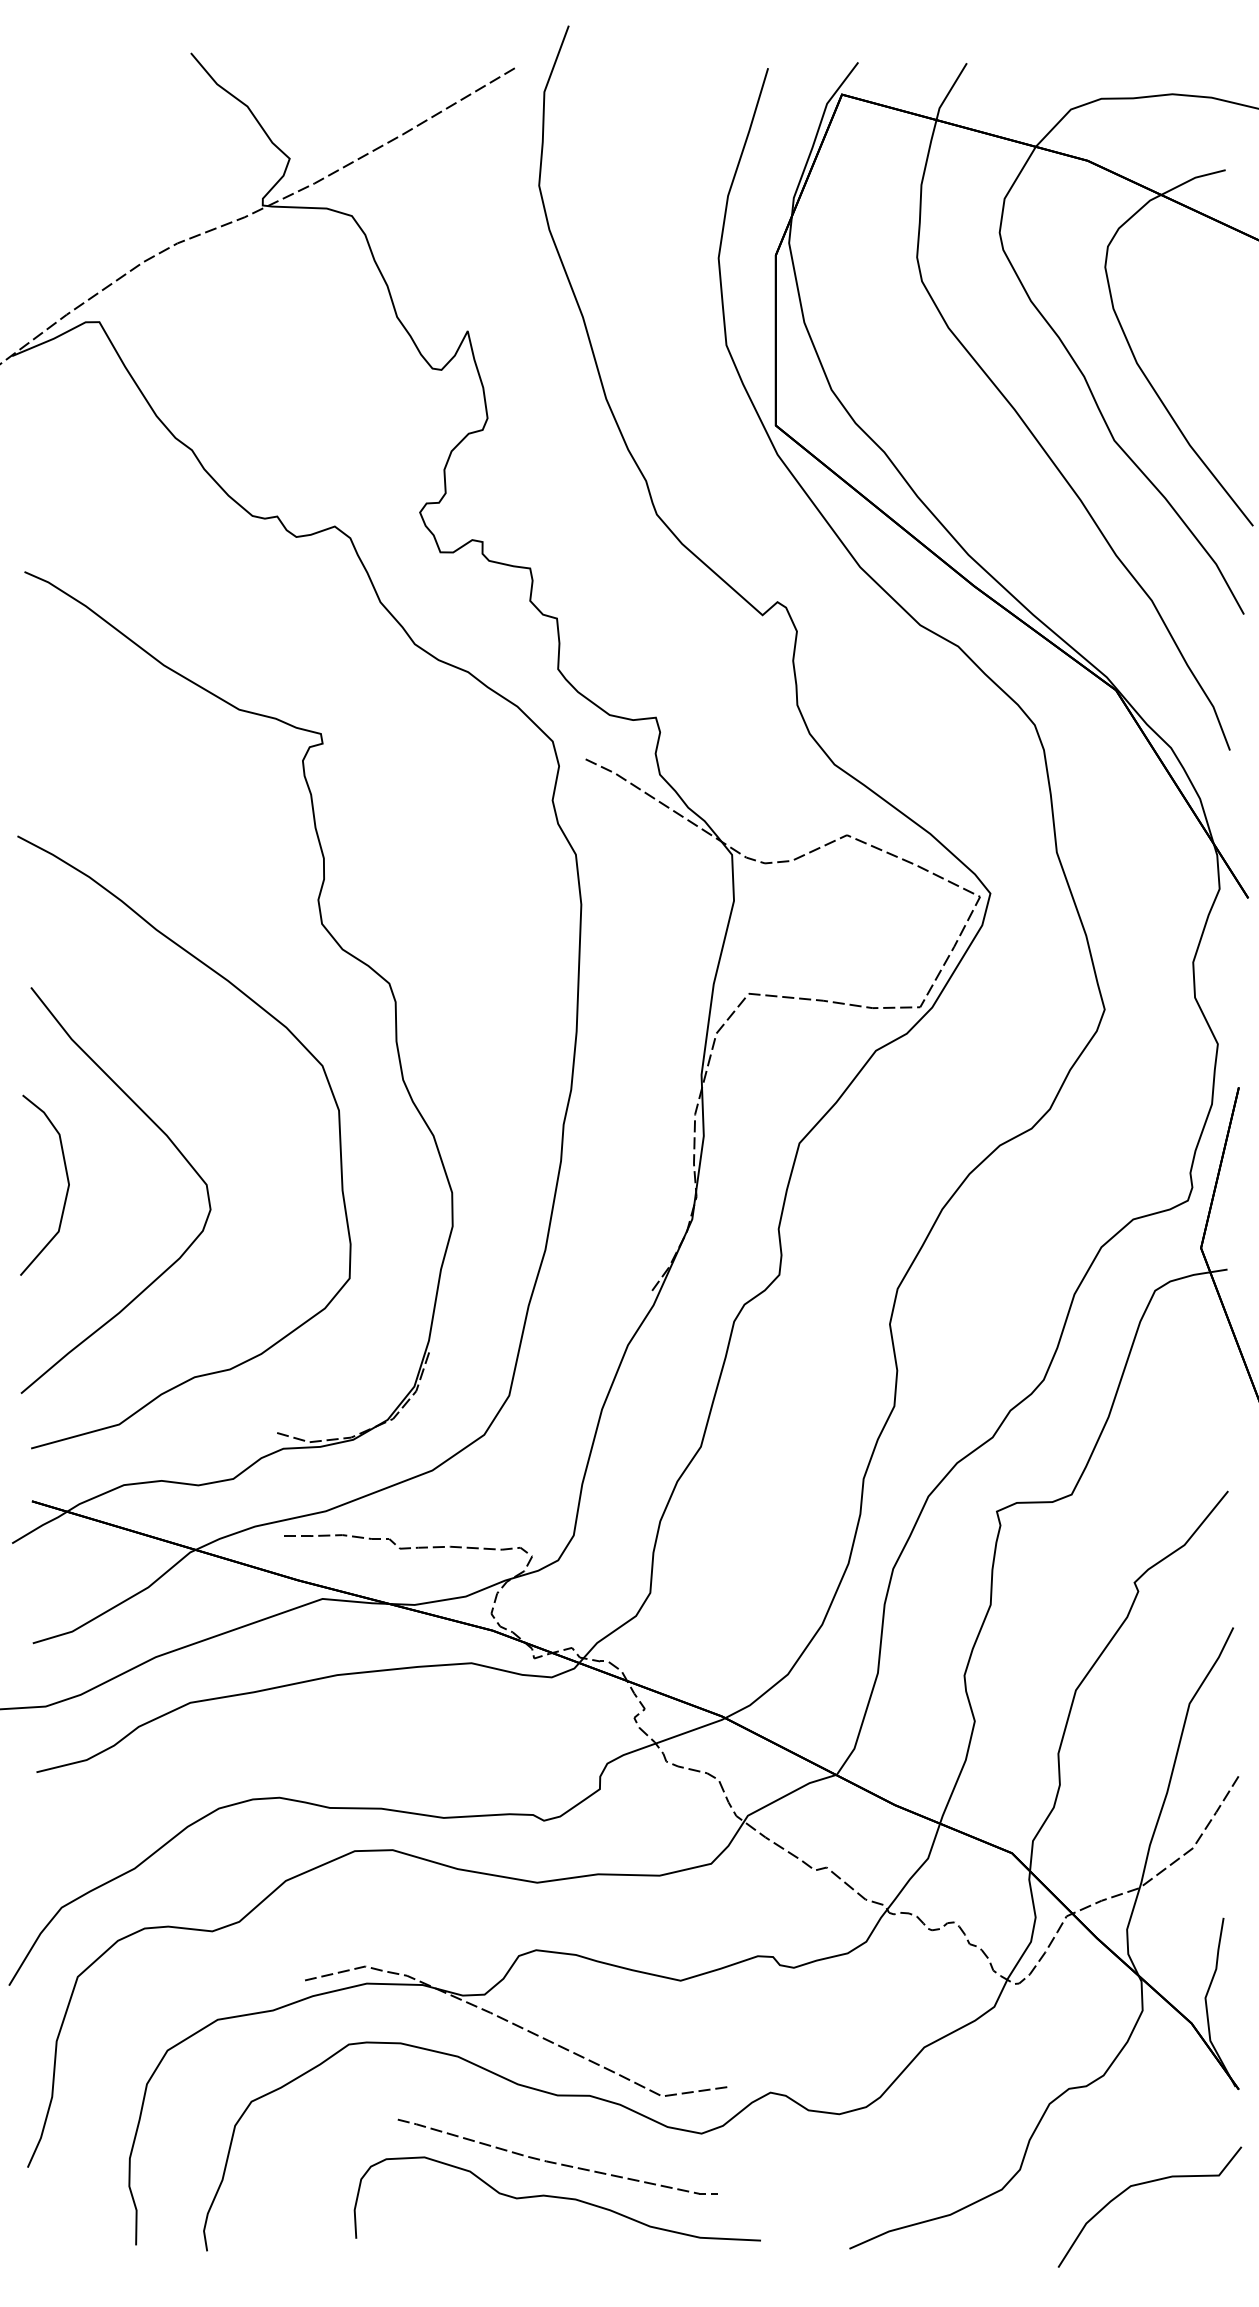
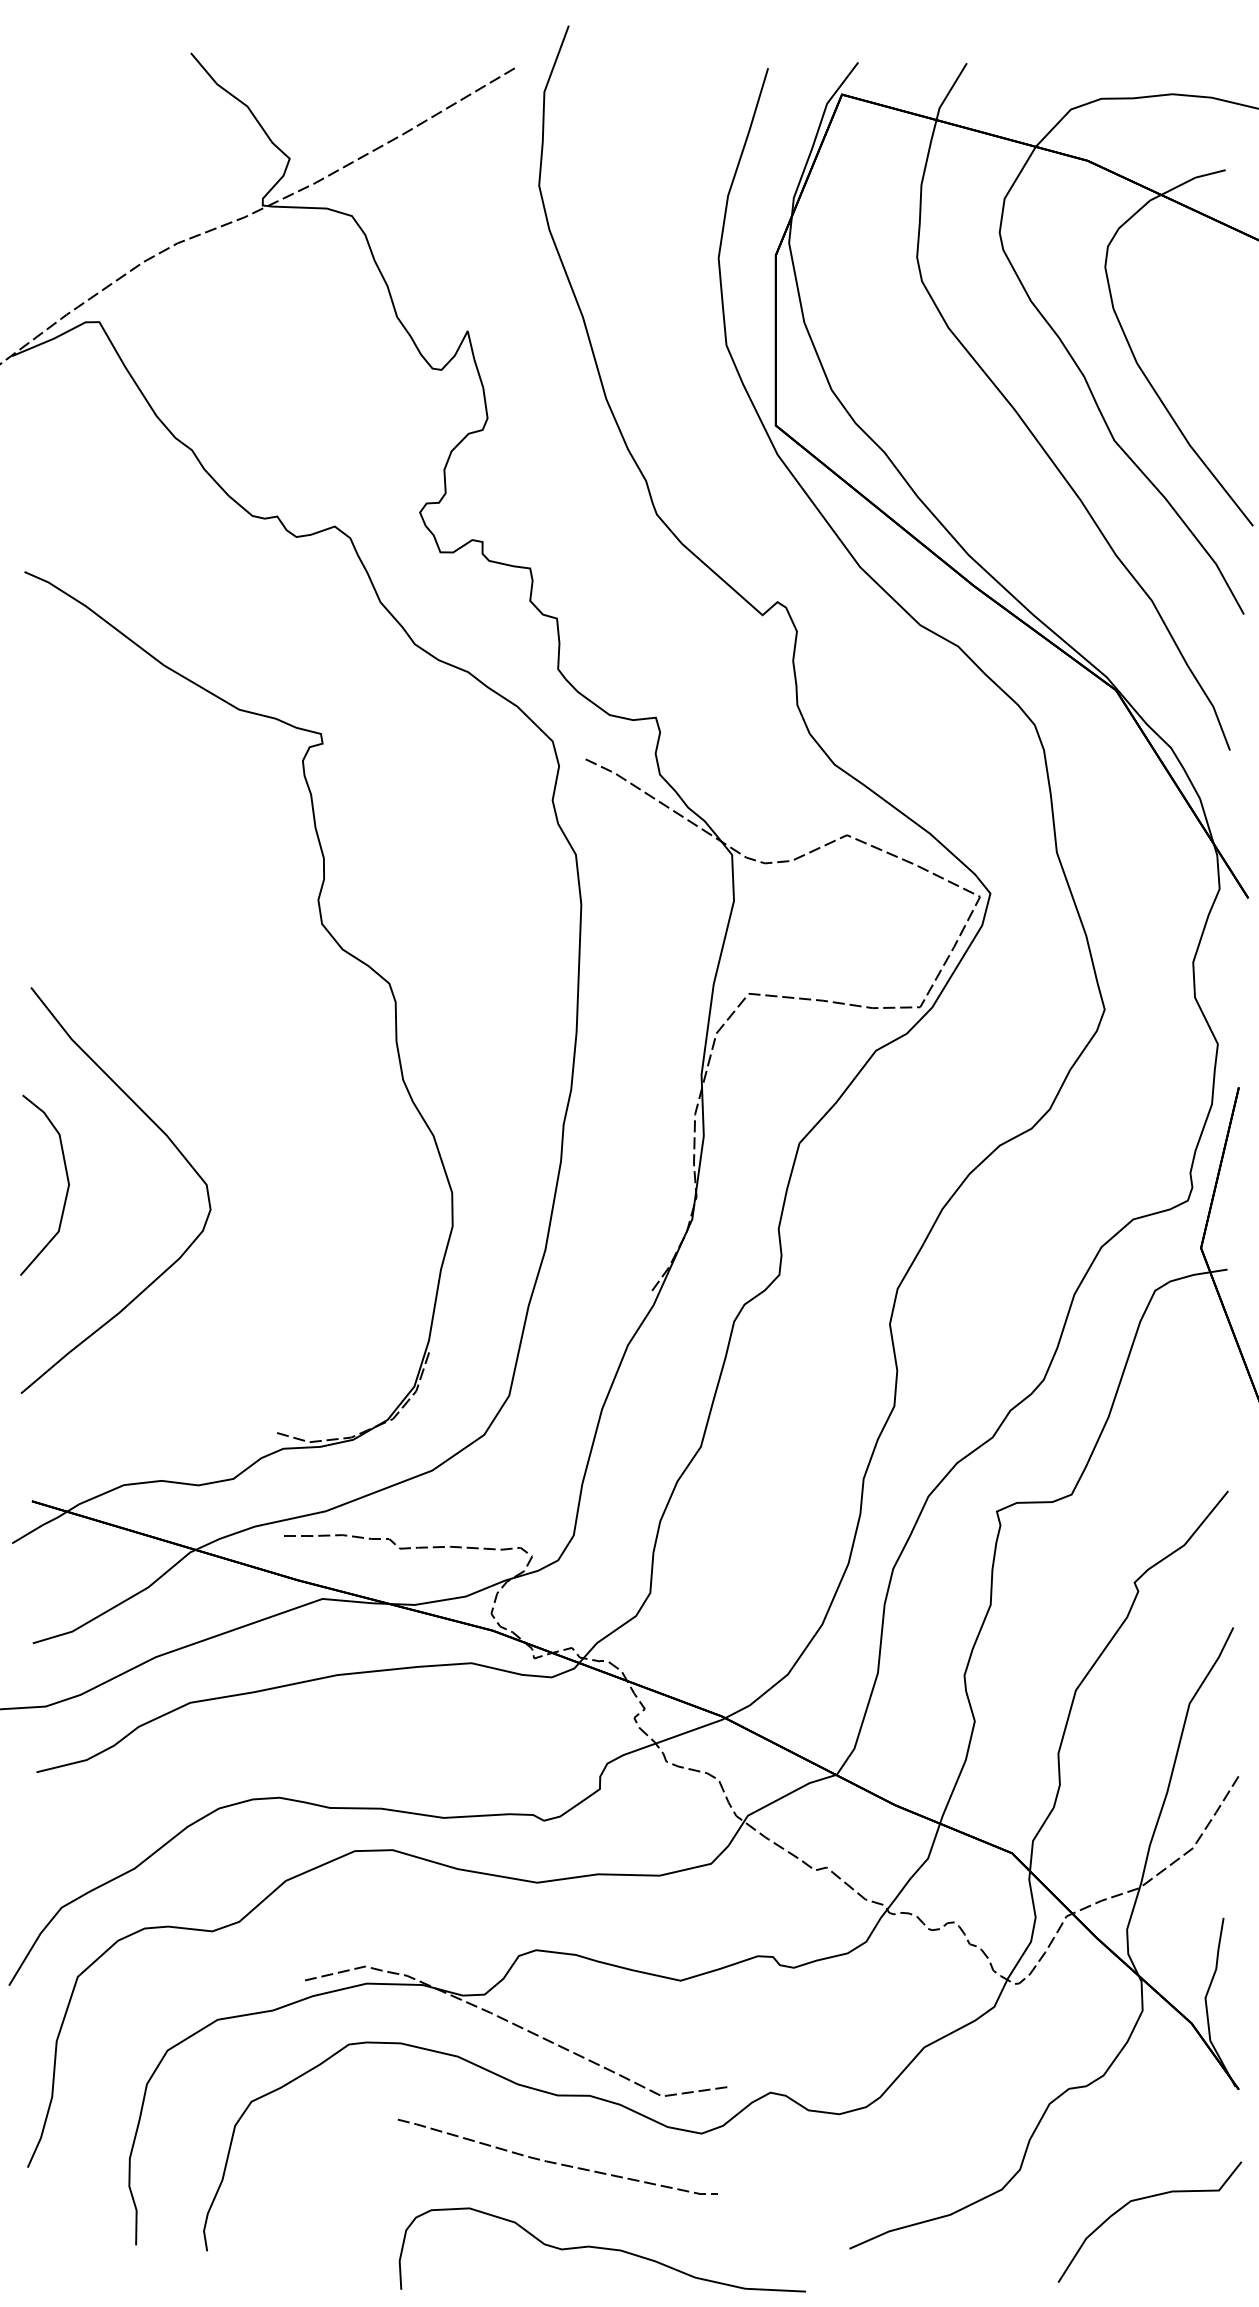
curve at (301, 1045): present -> none
curve at (1143, 2184) position: (1143, 2184) -> (1143, 2199)
curve at (556, 2198) position: (556, 2198) -> (601, 2249)
